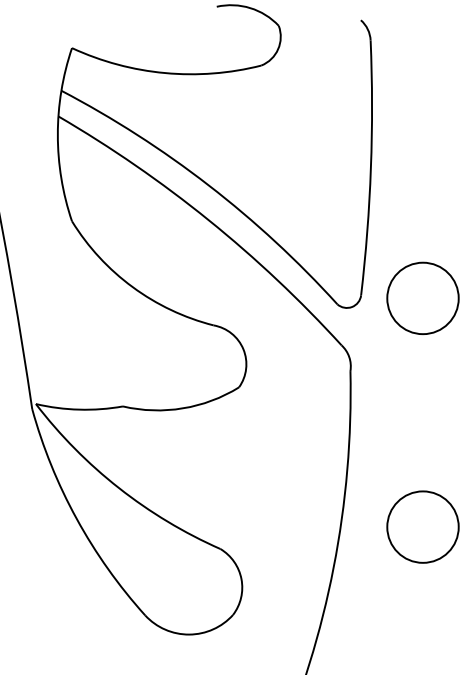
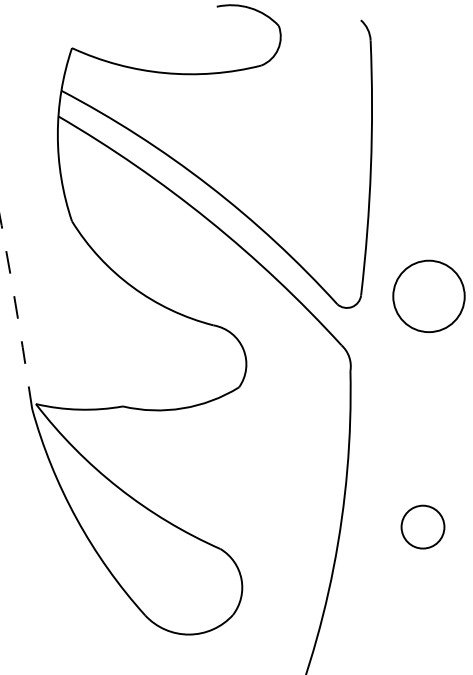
circle at (422, 297) position: (422, 297) -> (428, 295)
arc at (16, 312): solid -> dashed
circle at (422, 526) diameter: 71 px -> 43 px
